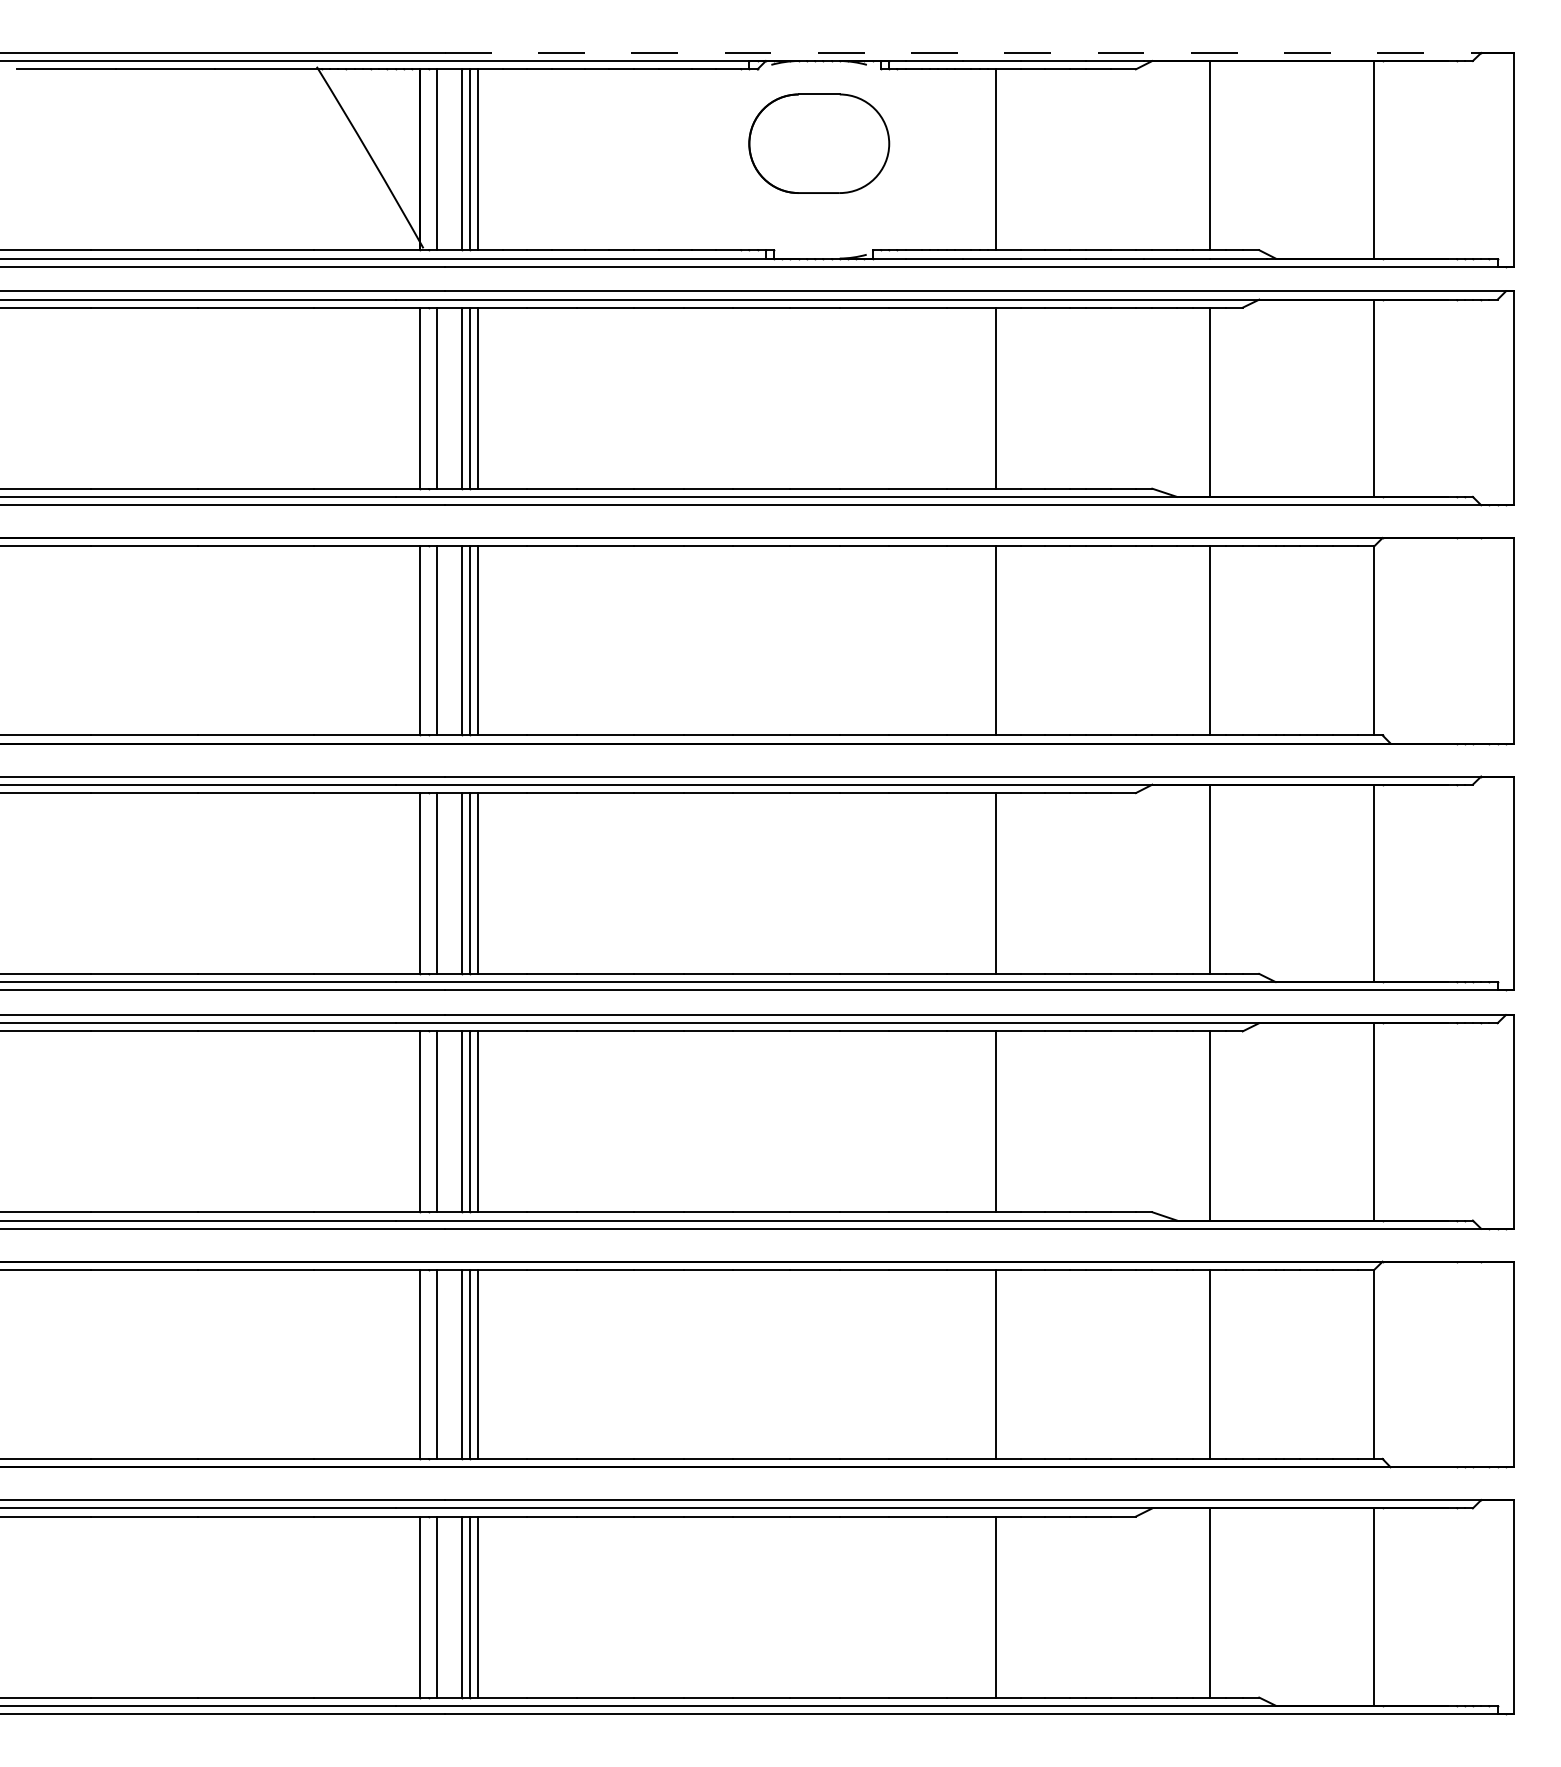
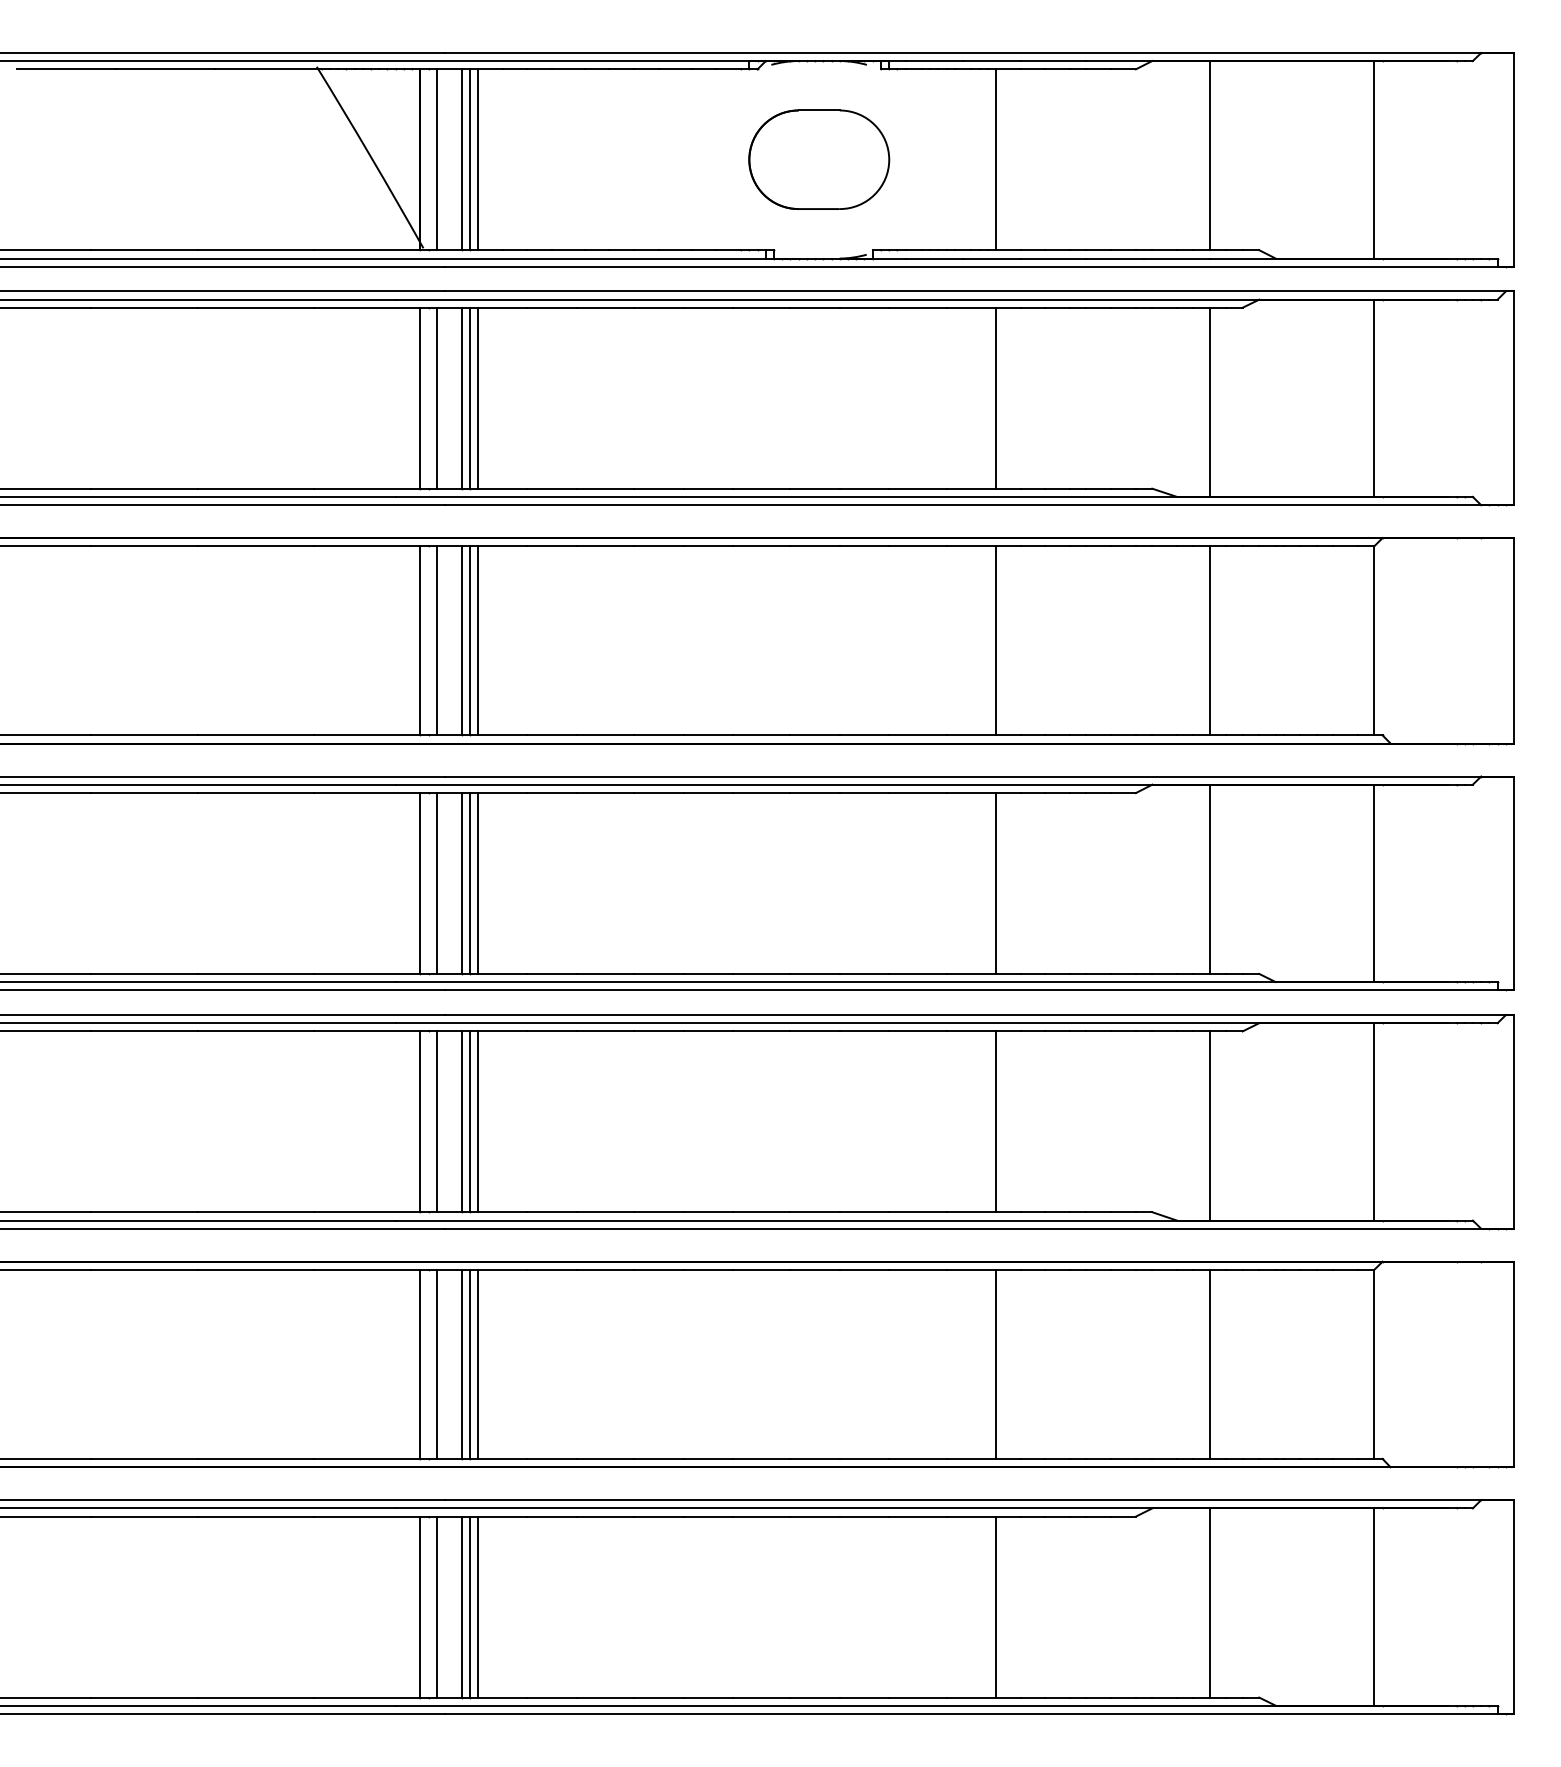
line at (979, 53): dashed -> solid
part at (819, 143) position: (819, 143) -> (819, 159)
